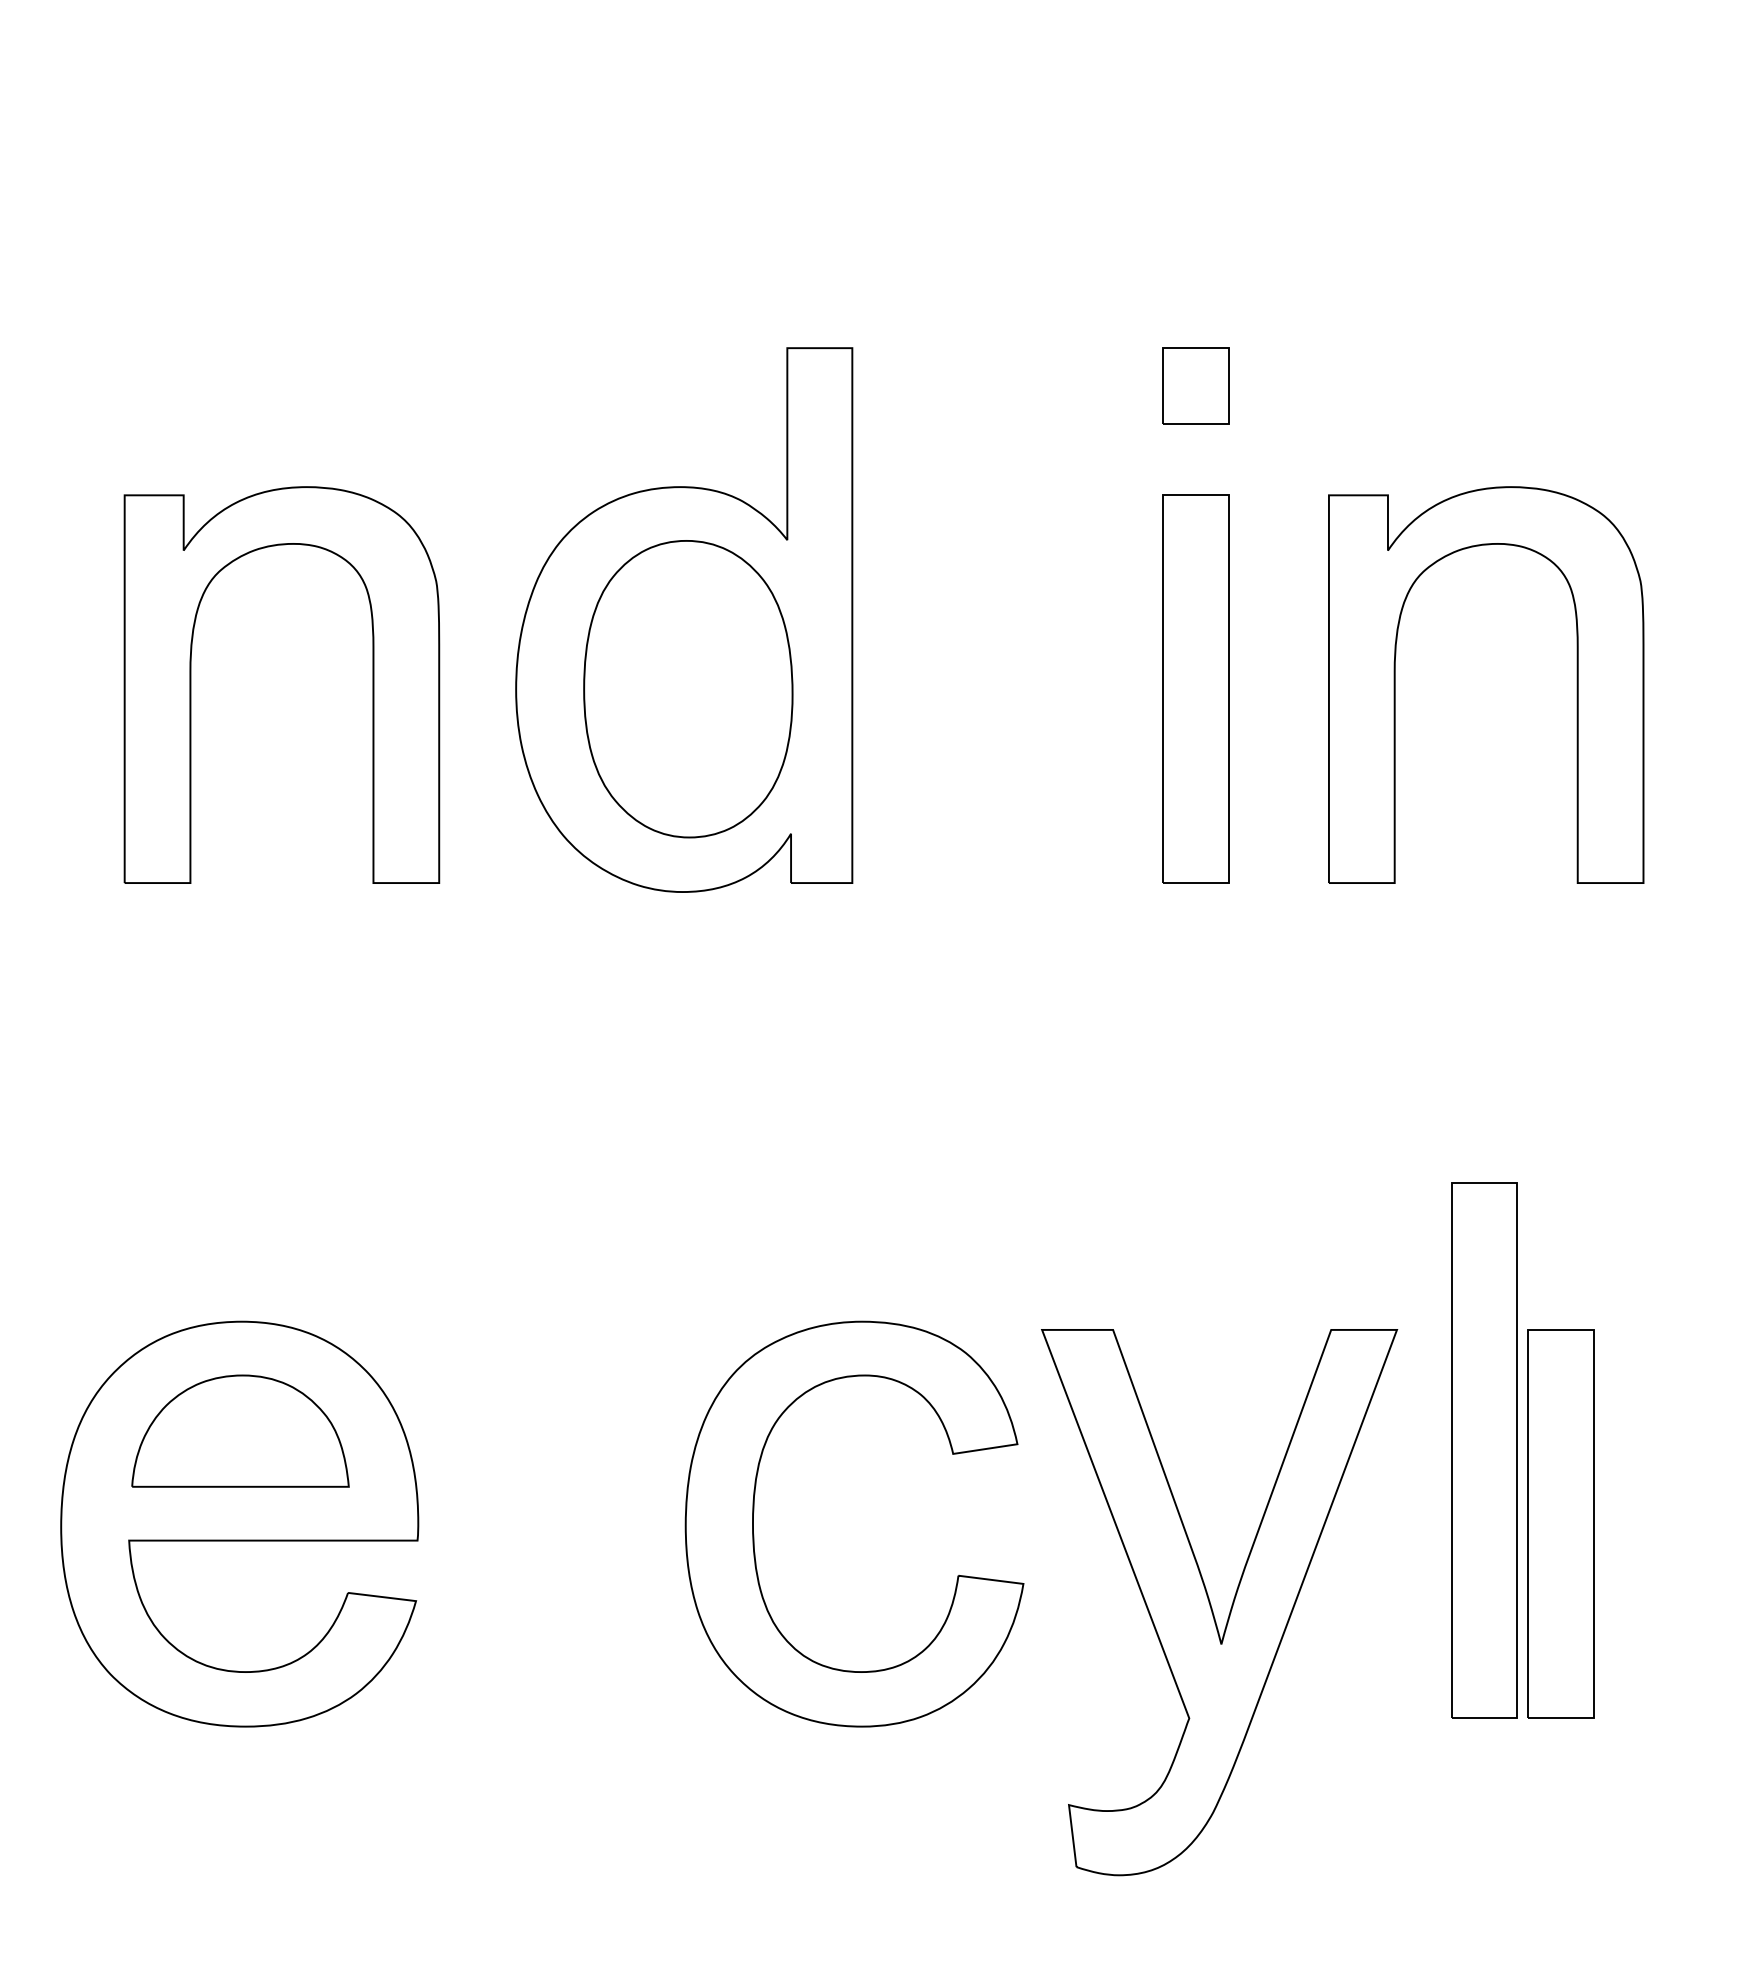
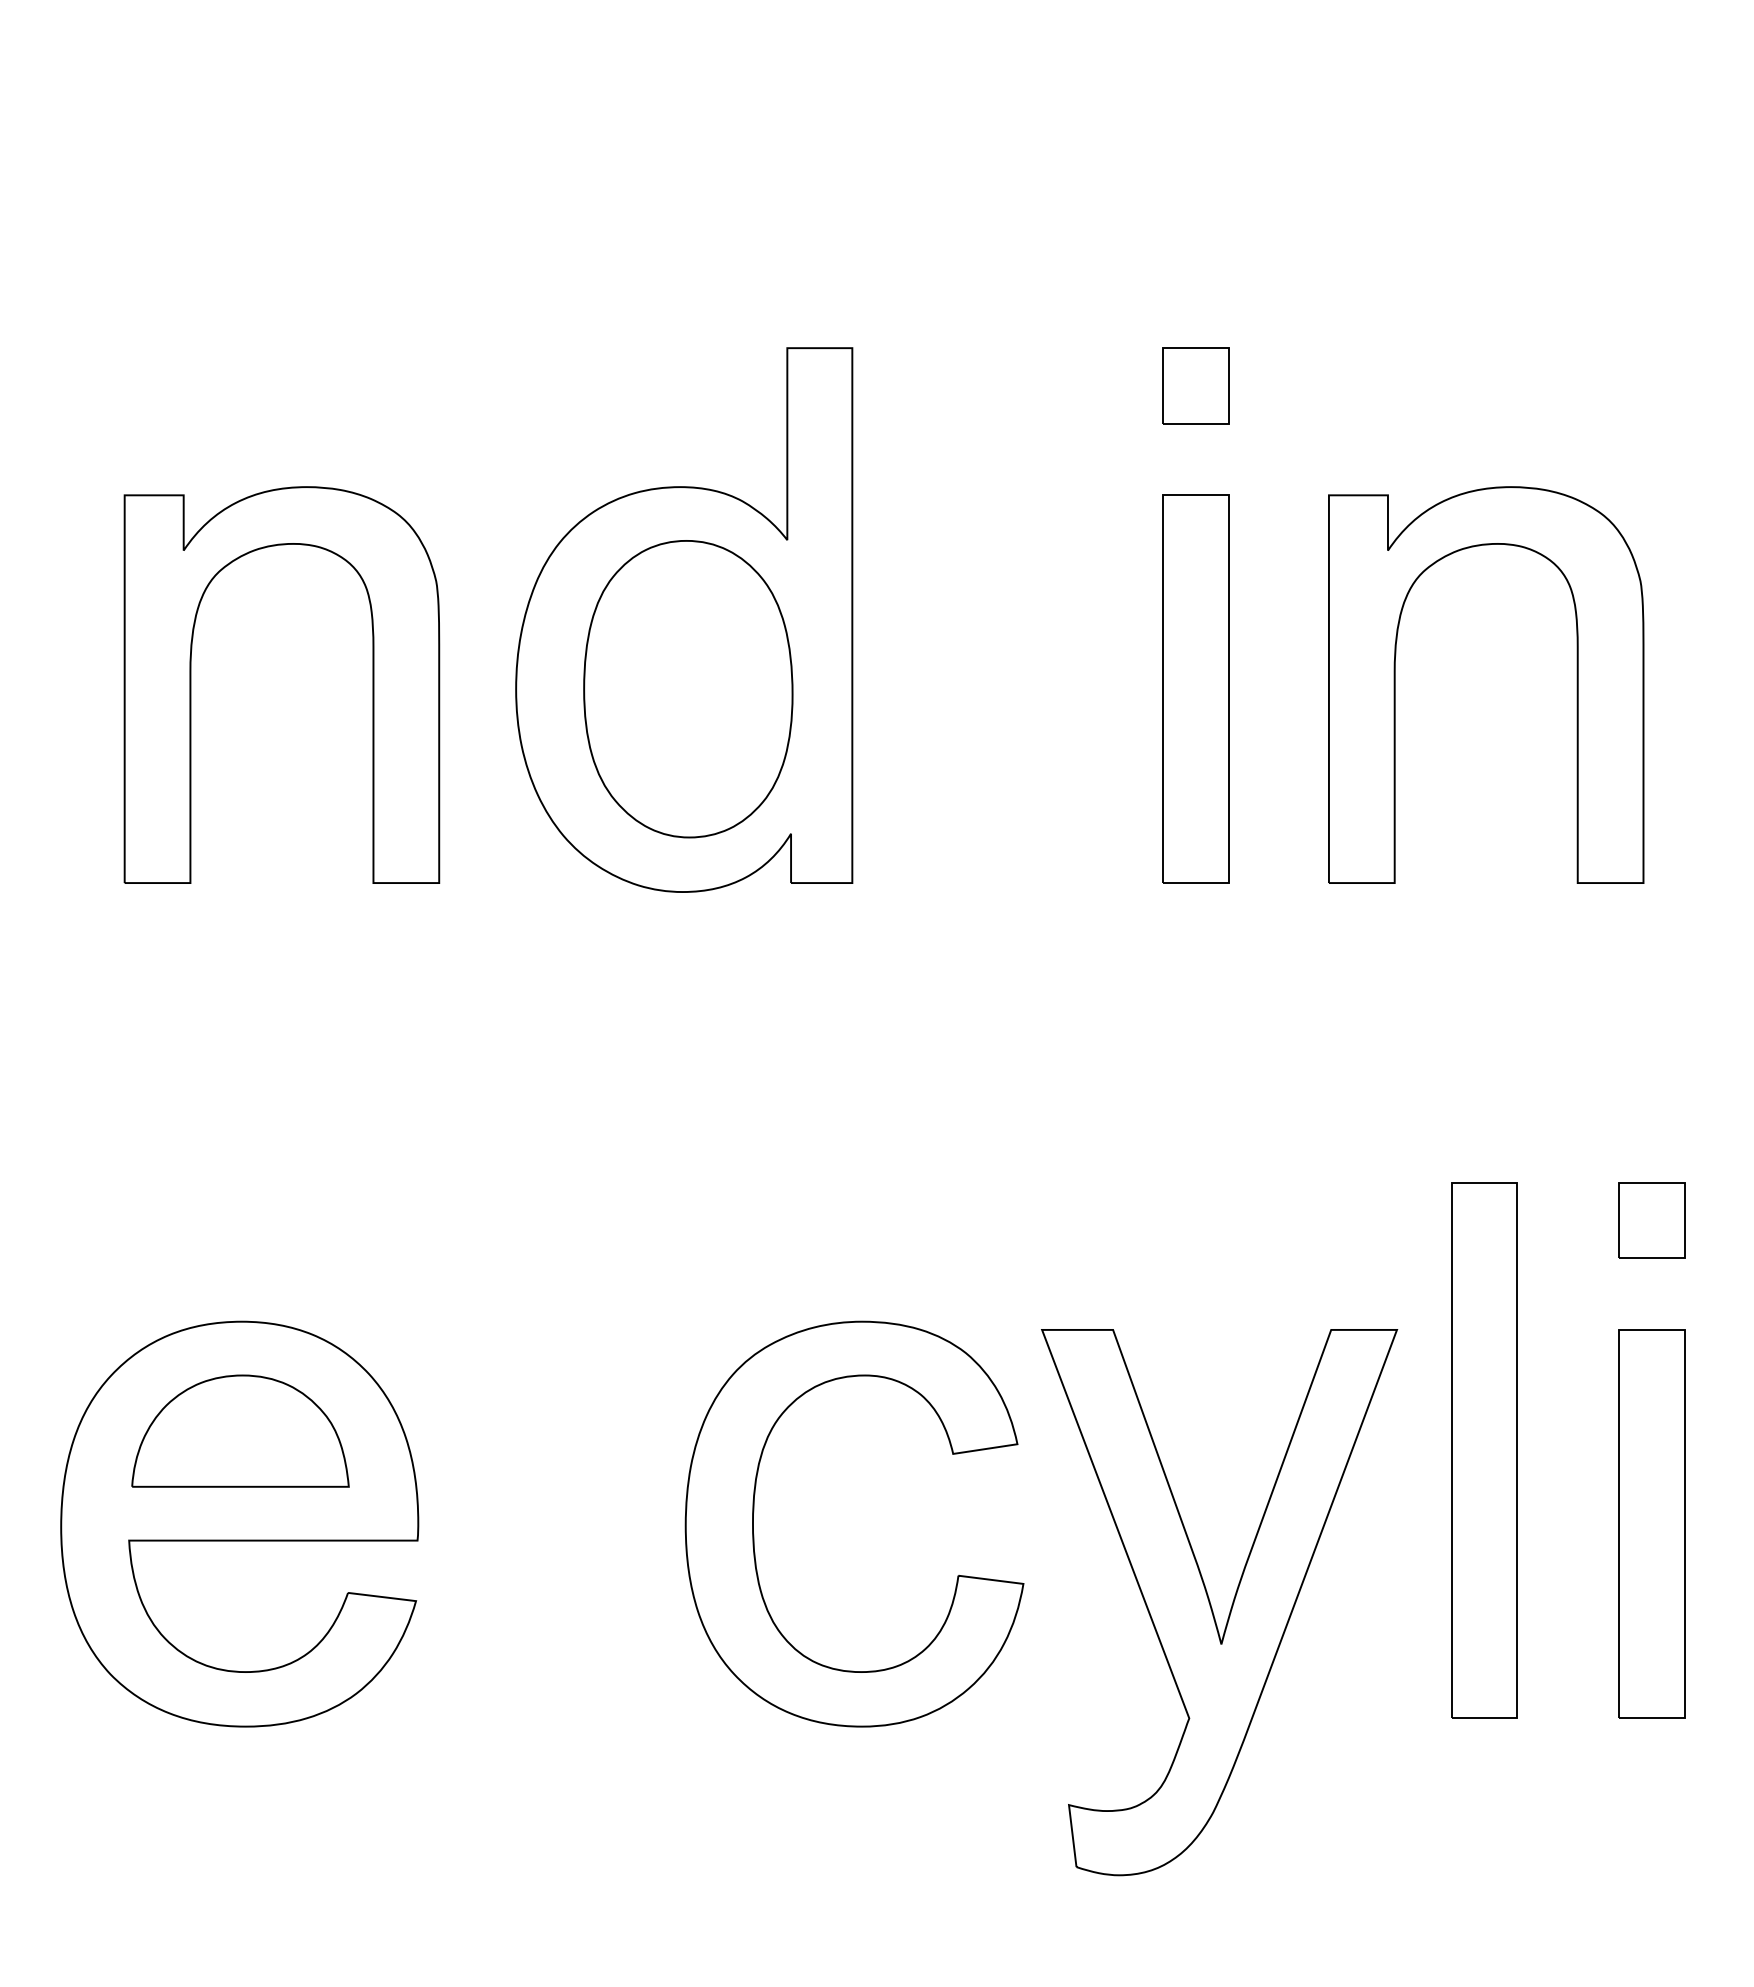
part at (1651, 1220): none -> present
part at (1560, 1523) position: (1560, 1523) -> (1651, 1523)
